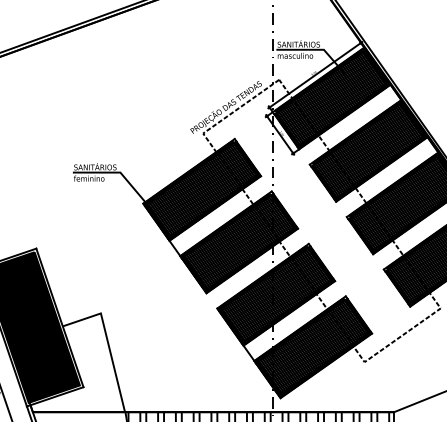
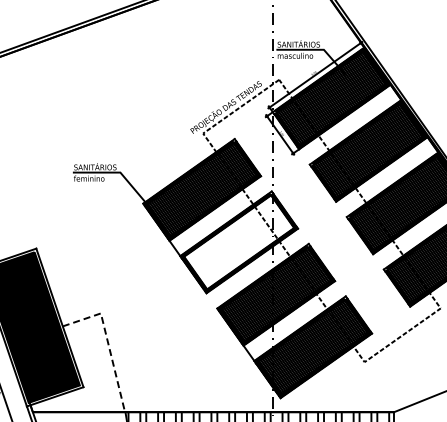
hatch at (238, 241): present -> none
line at (108, 342): solid -> dashed
